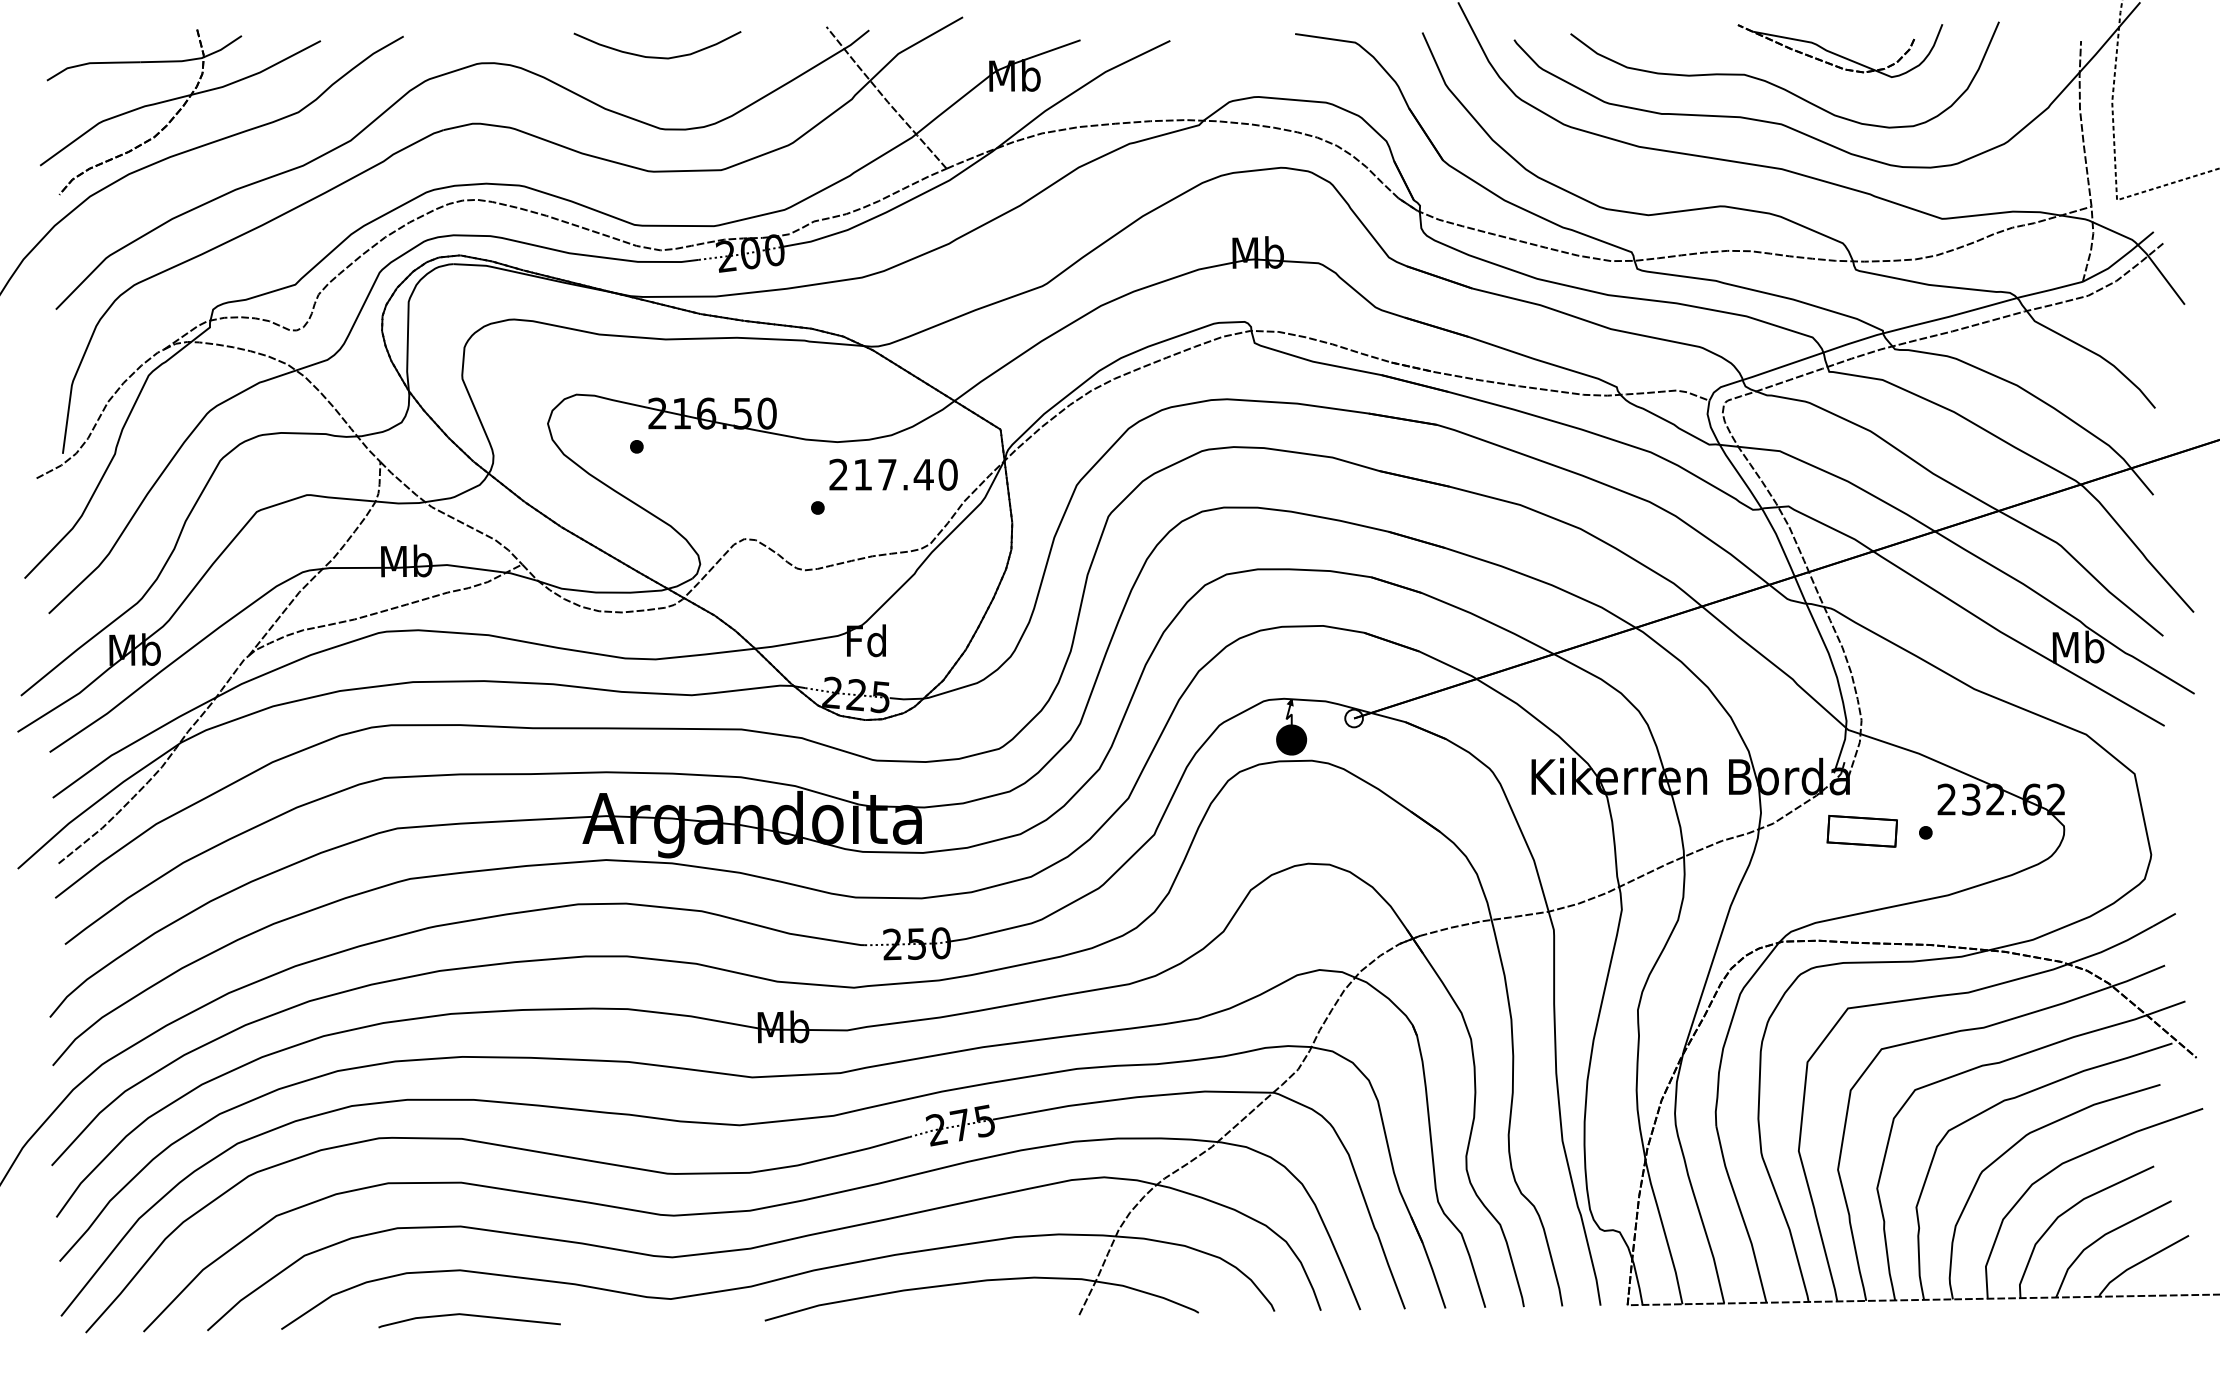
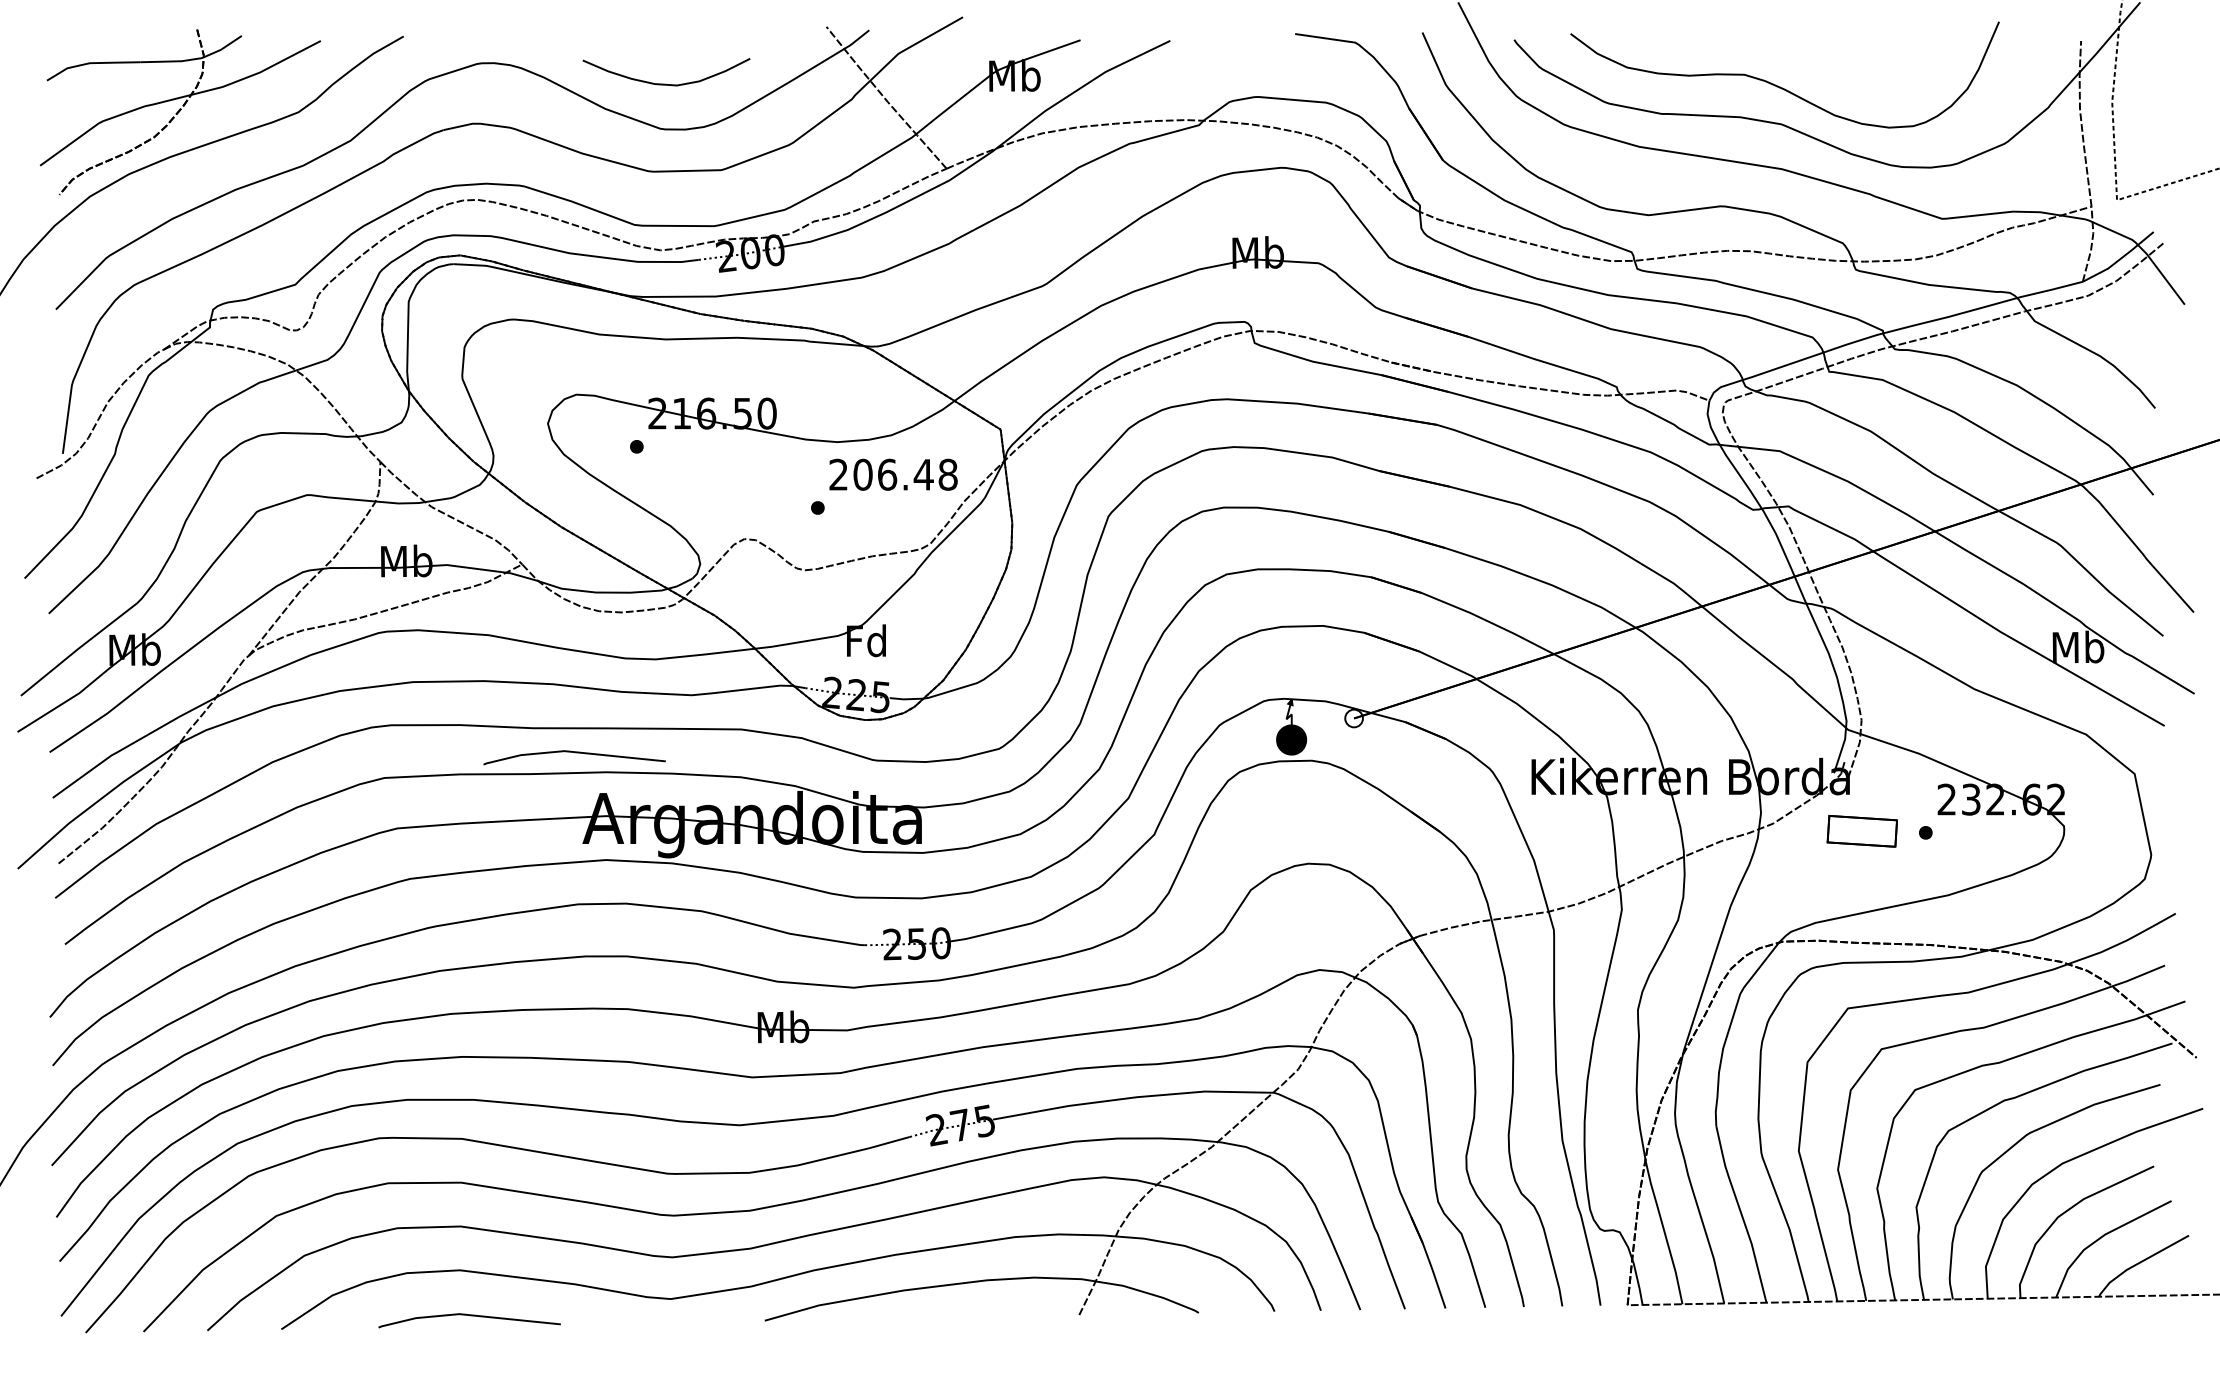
part at (1840, 50): present -> none
curve at (657, 56) position: (657, 56) -> (666, 83)
text at (905, 474): 217.40 -> 206.48
line at (575, 753): none -> present
